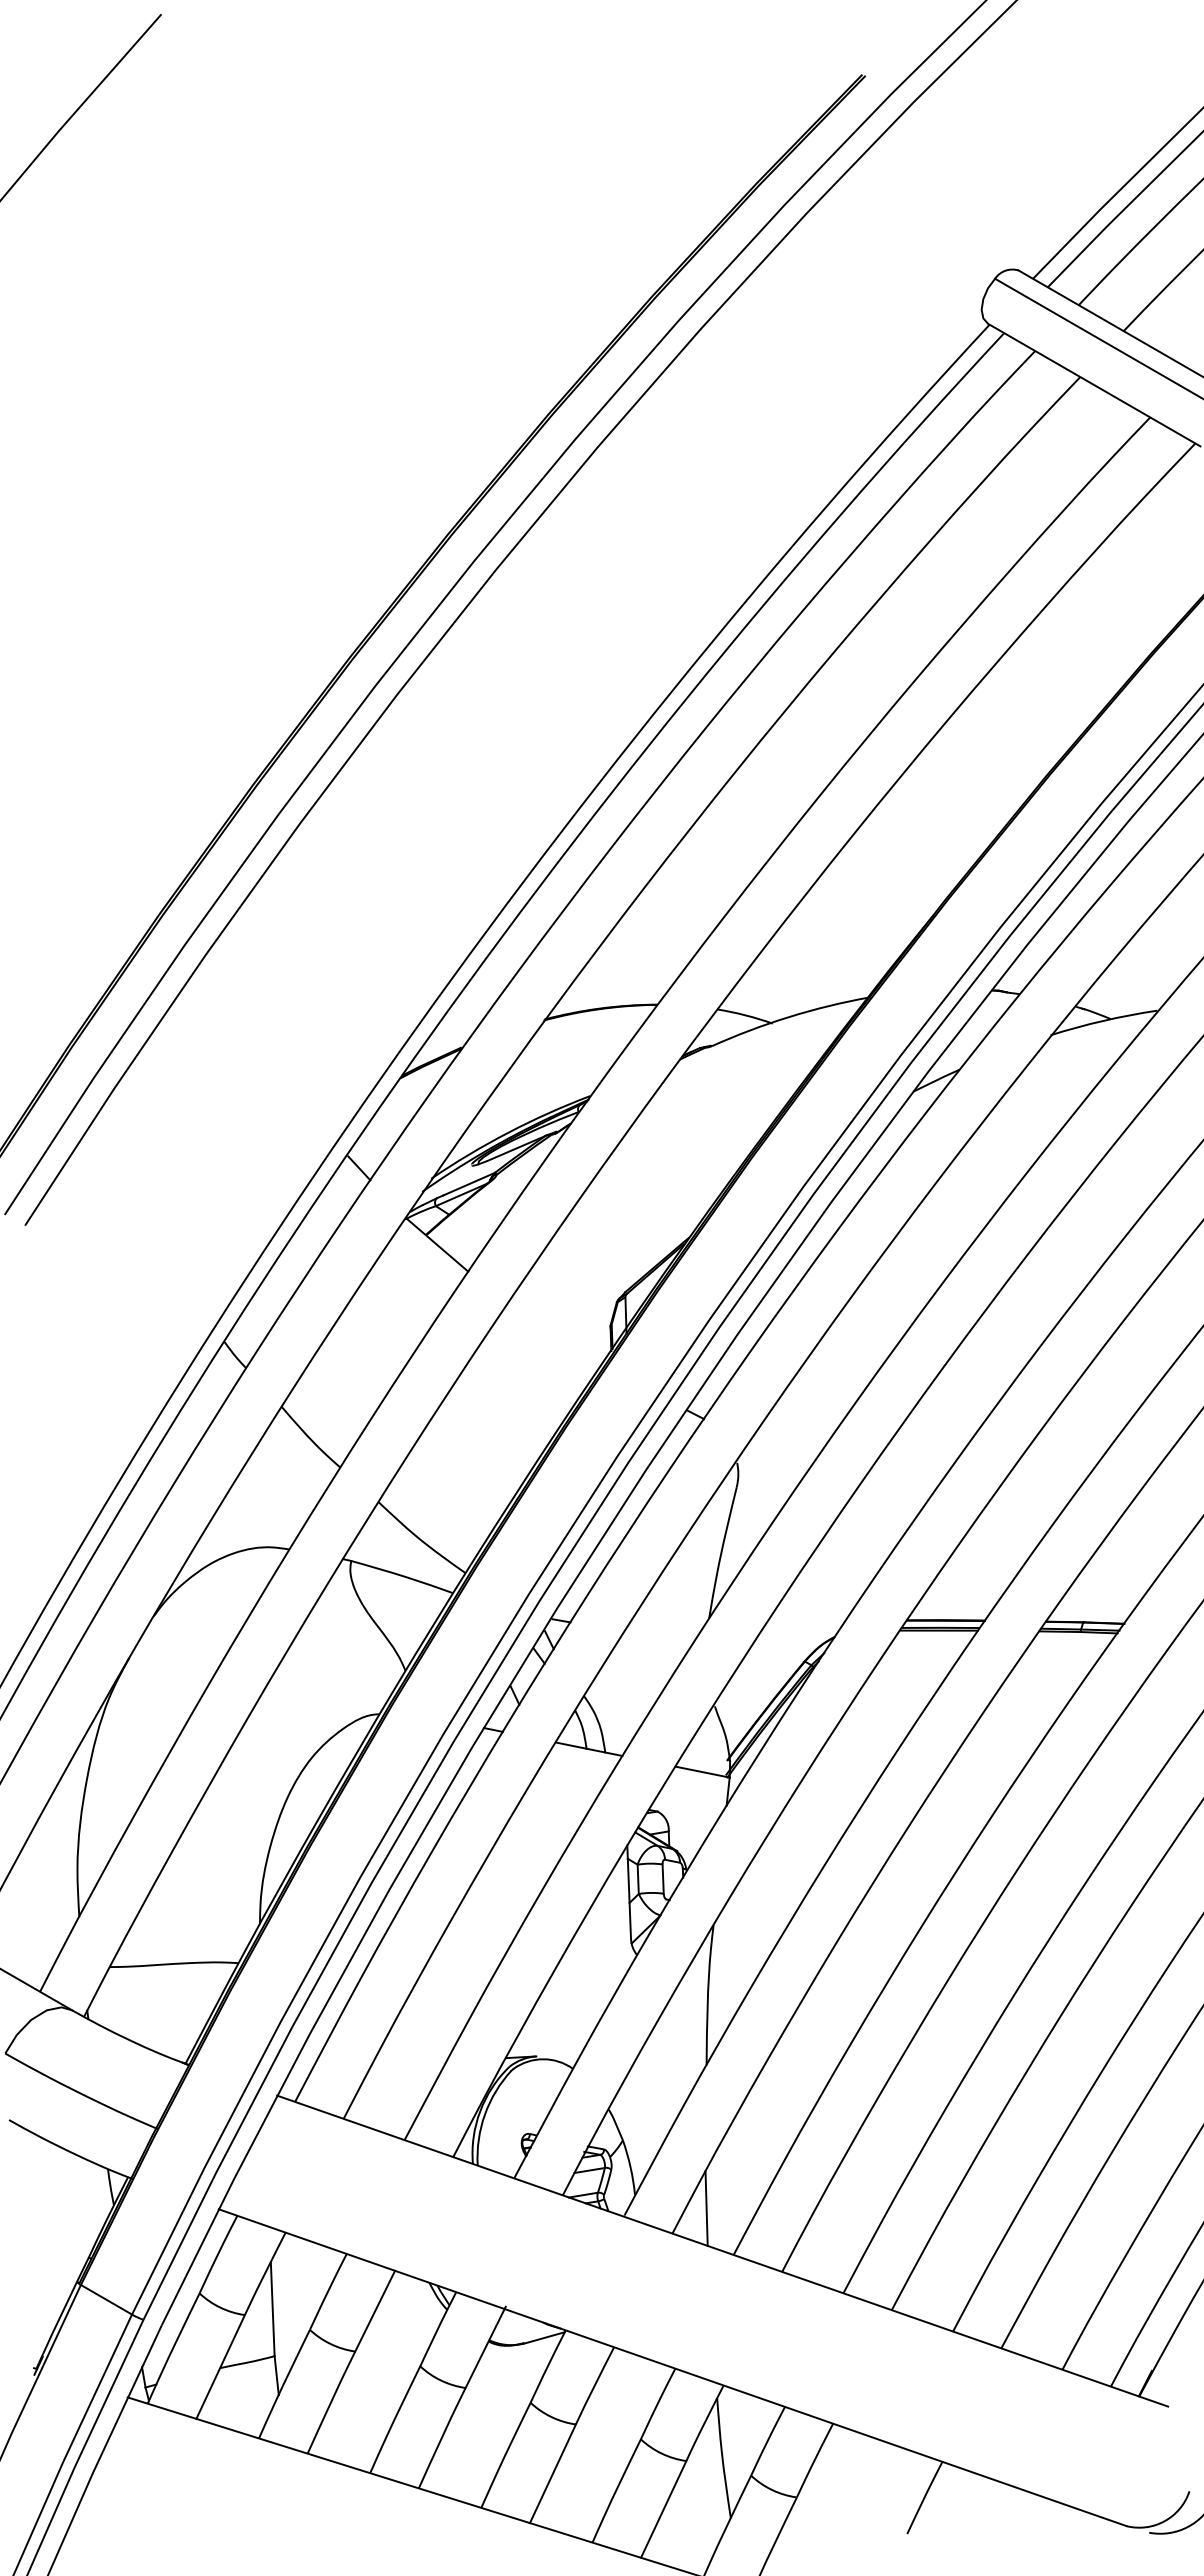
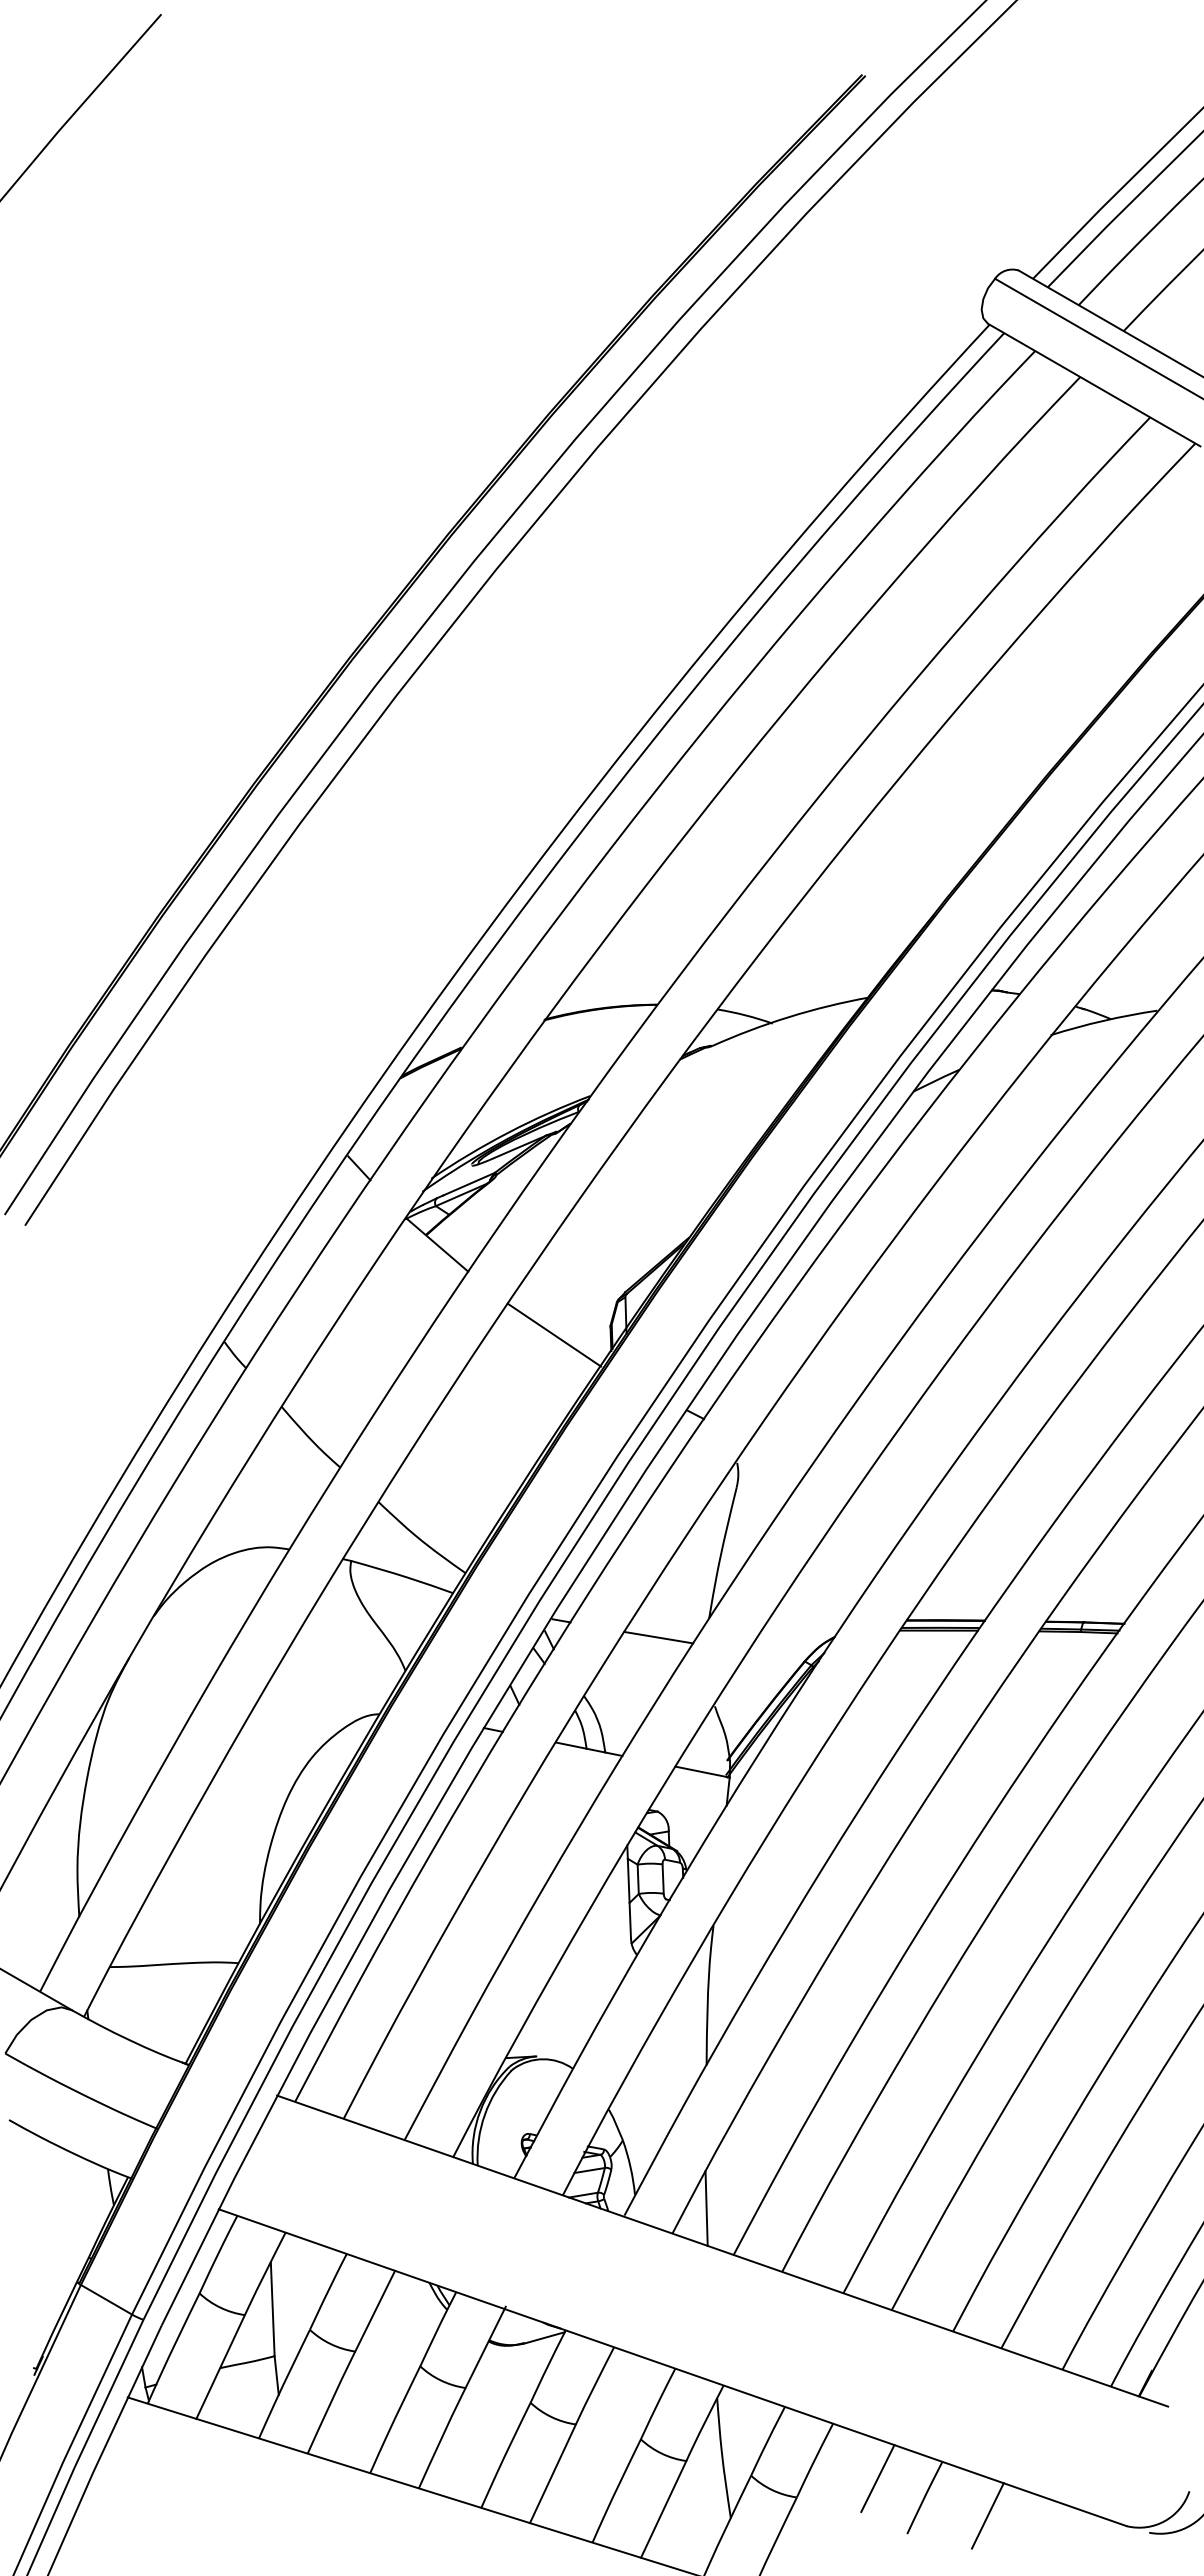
line at (554, 1334): none -> present
line at (658, 1637): none -> present
line at (877, 2478): none -> present
line at (987, 2515): none -> present
